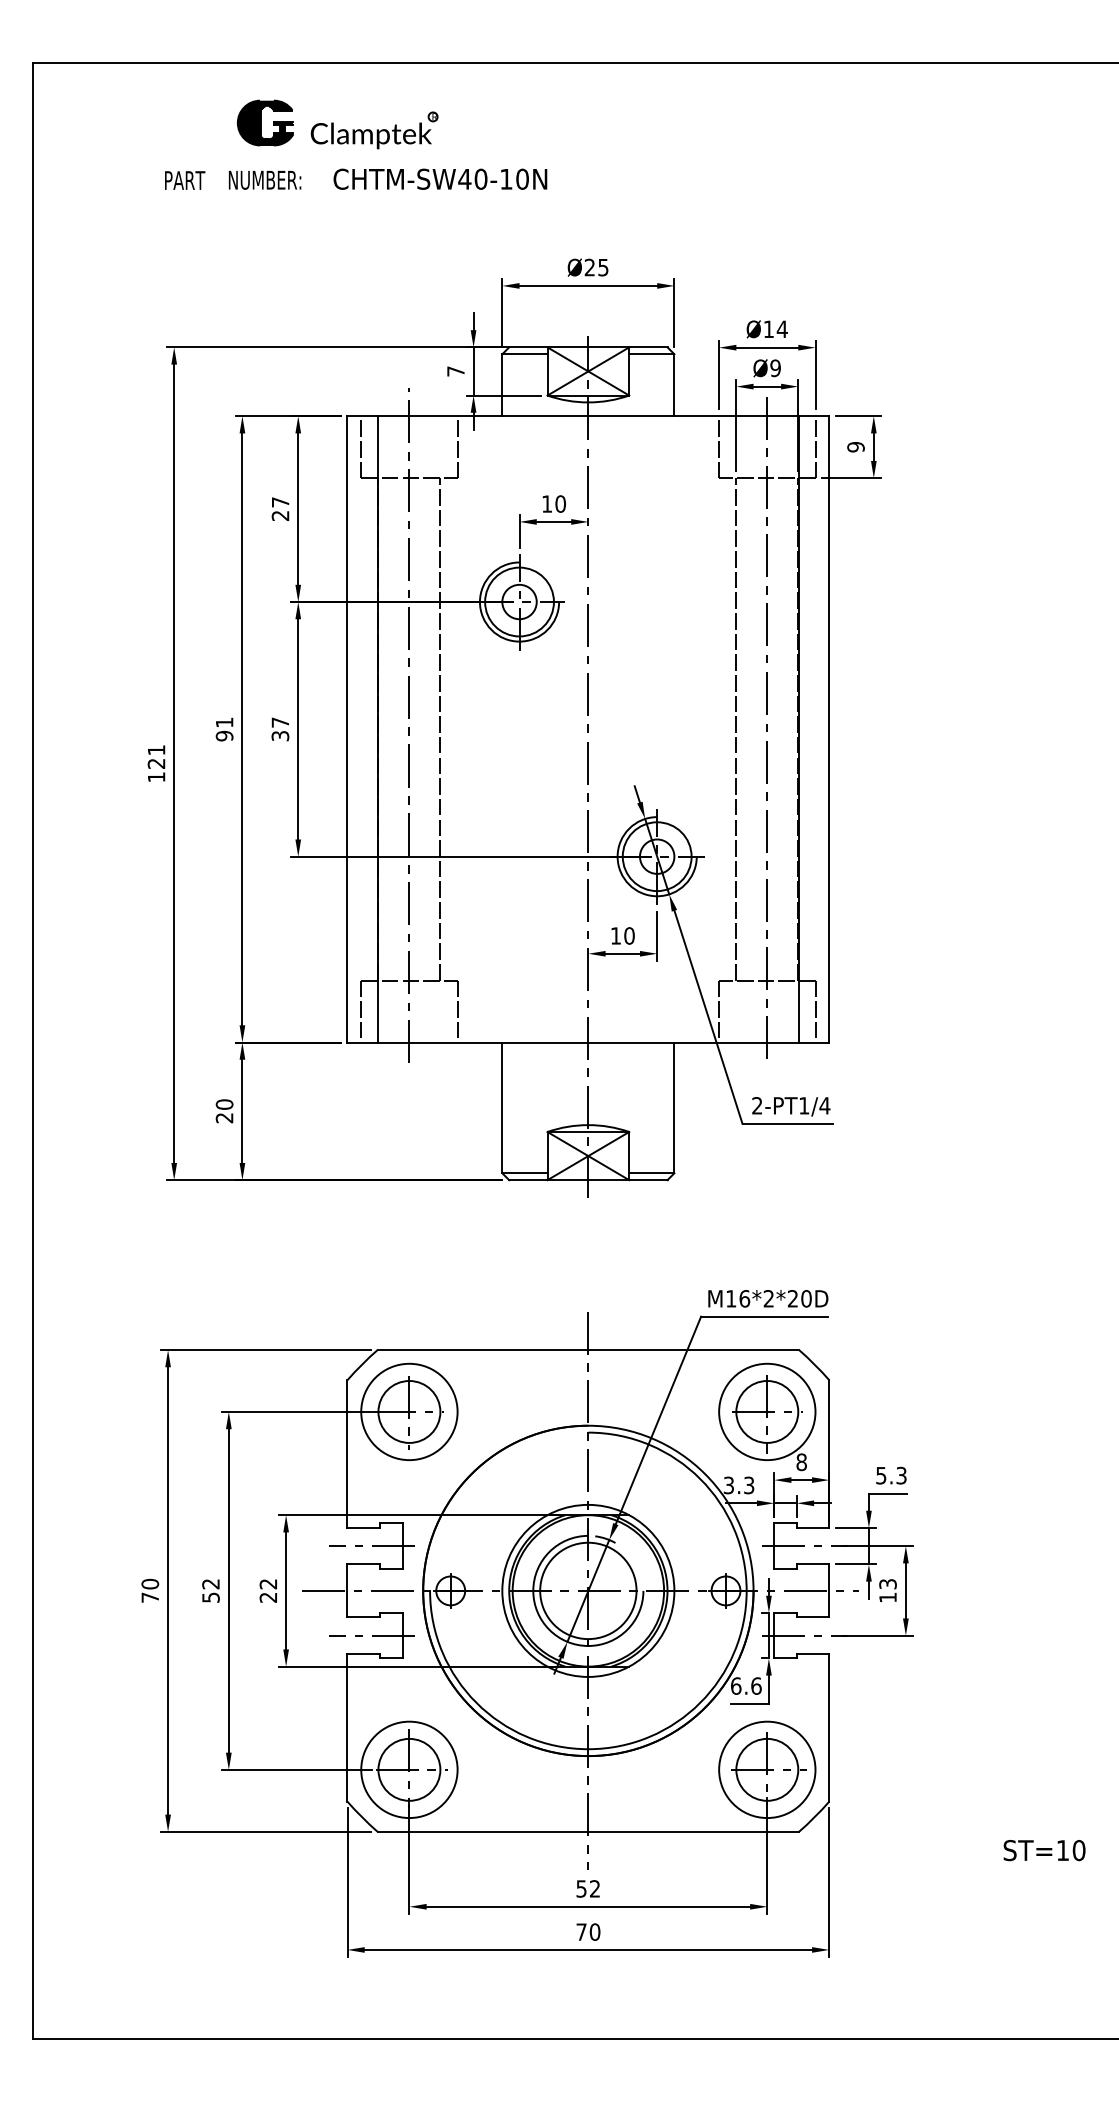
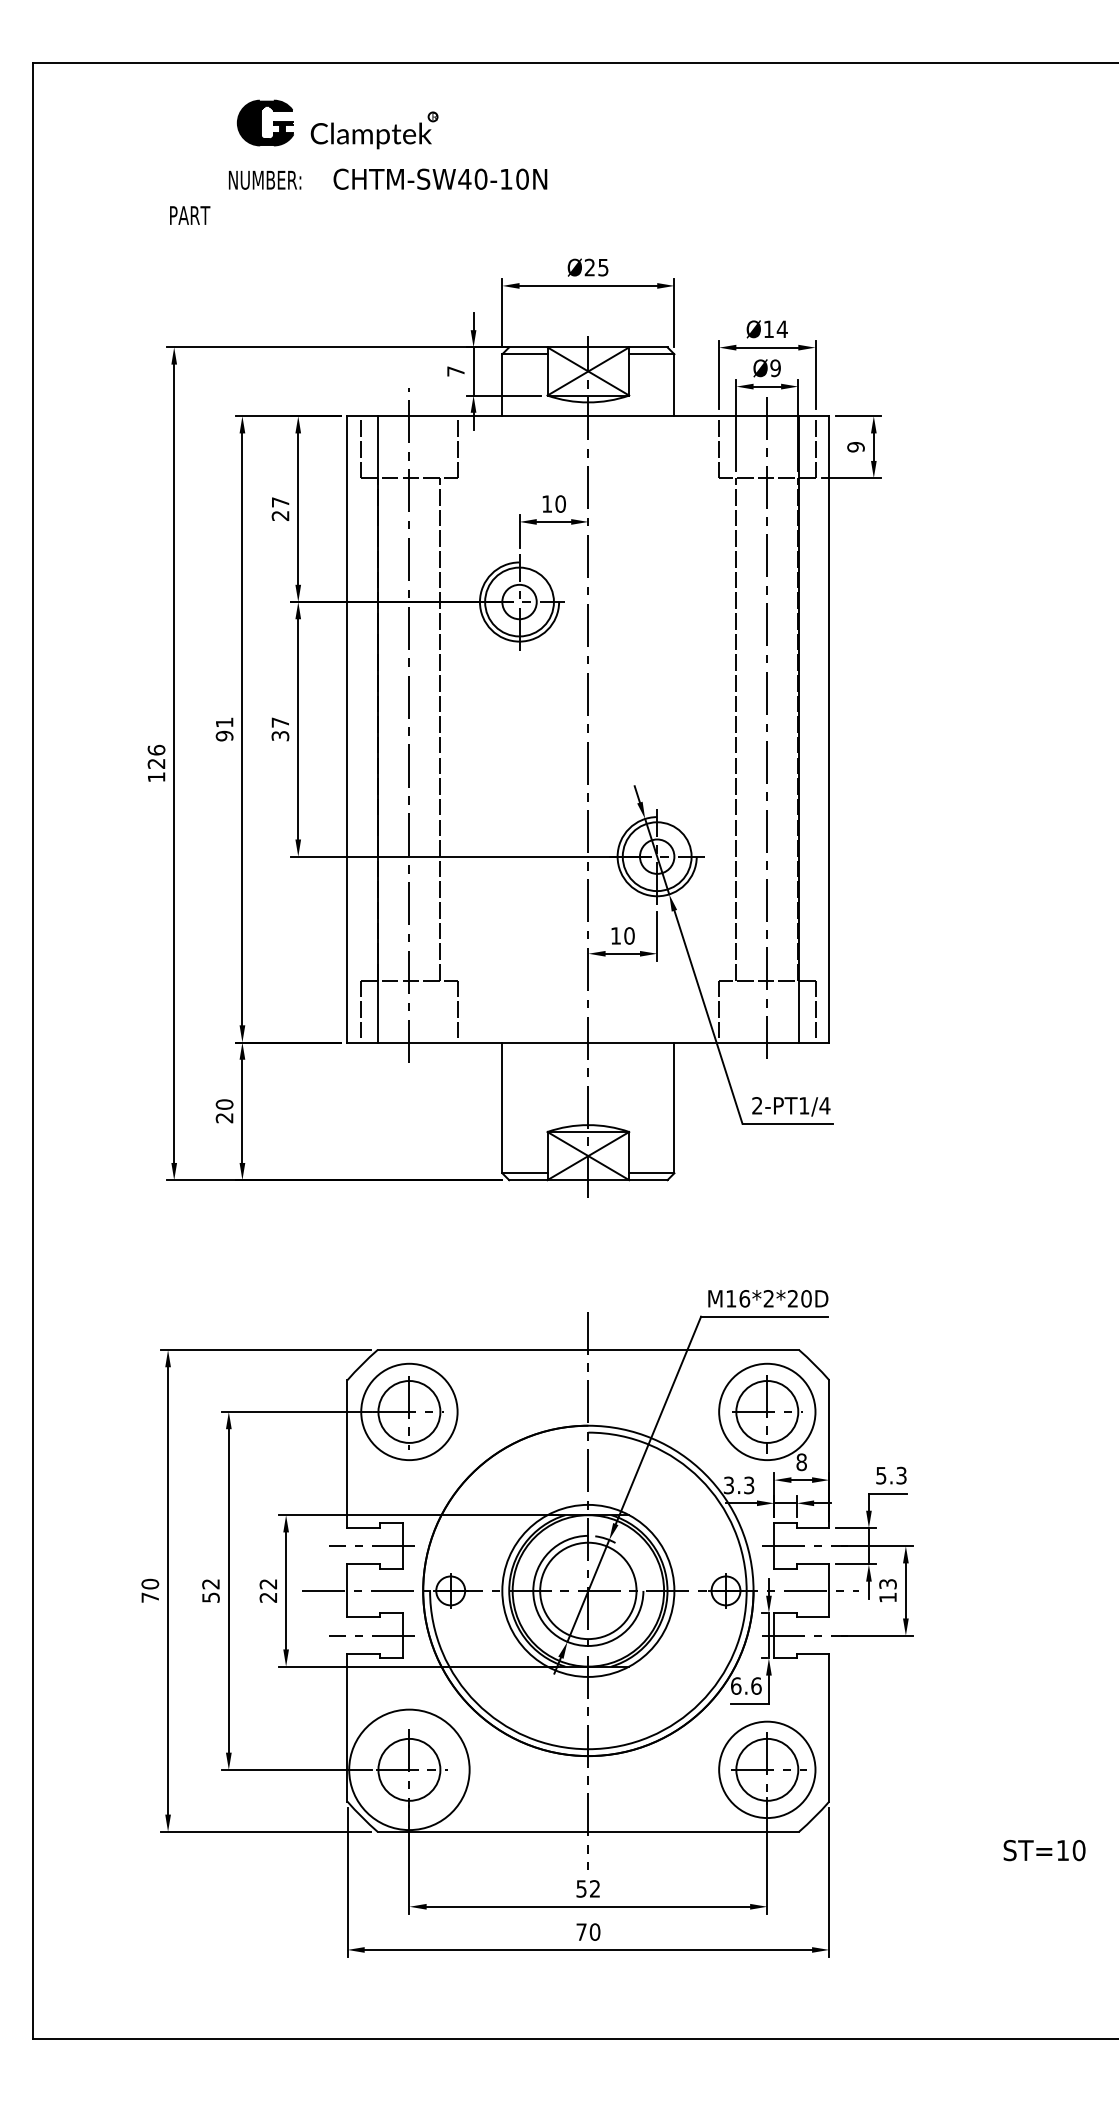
text at (185, 180) position: (185, 180) -> (190, 215)
text at (156, 749): 121 -> 126
circle at (409, 1769) diameter: 96 px -> 120 px
